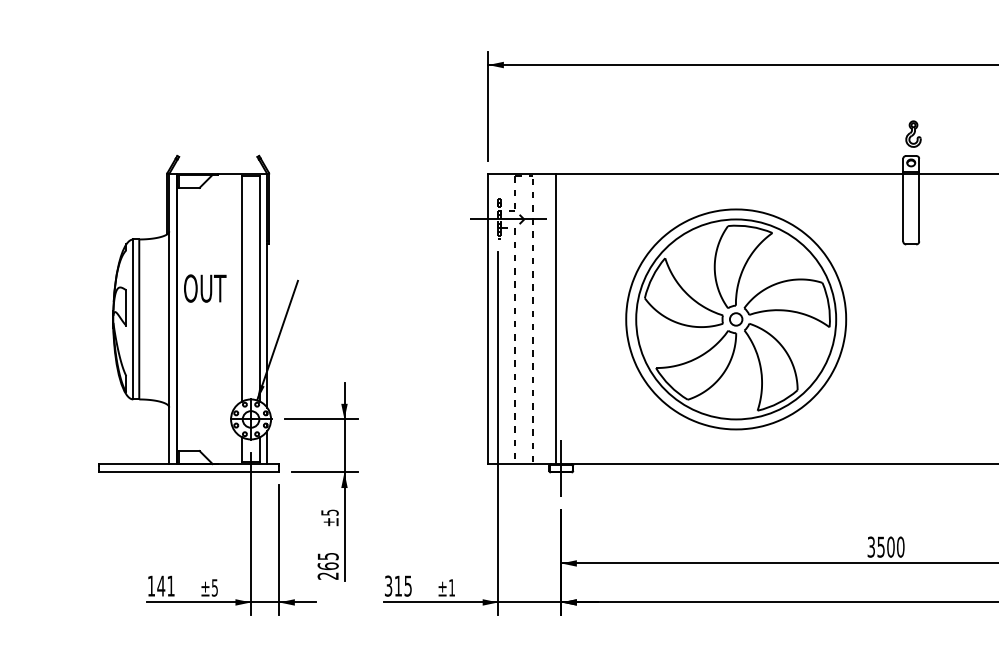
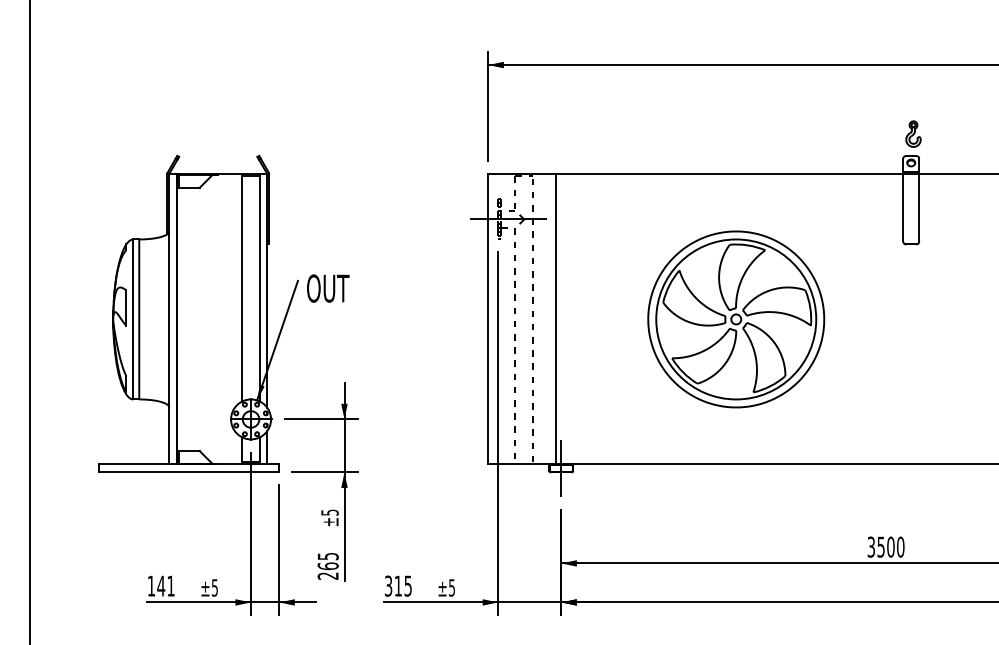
text at (205, 288) position: (205, 288) -> (328, 288)
part at (736, 319) size: 223x223 px -> 179x179 px
line at (29, 321): none -> present
text at (451, 587): ±1 -> ±5
